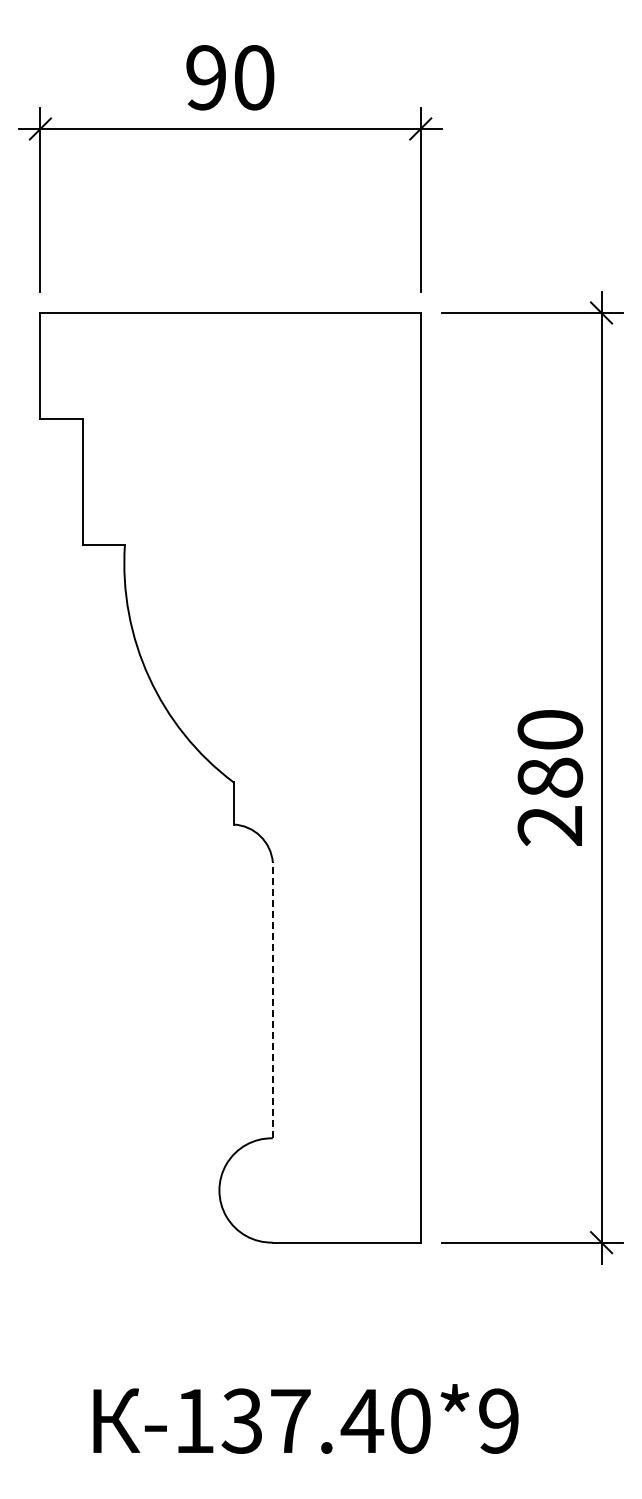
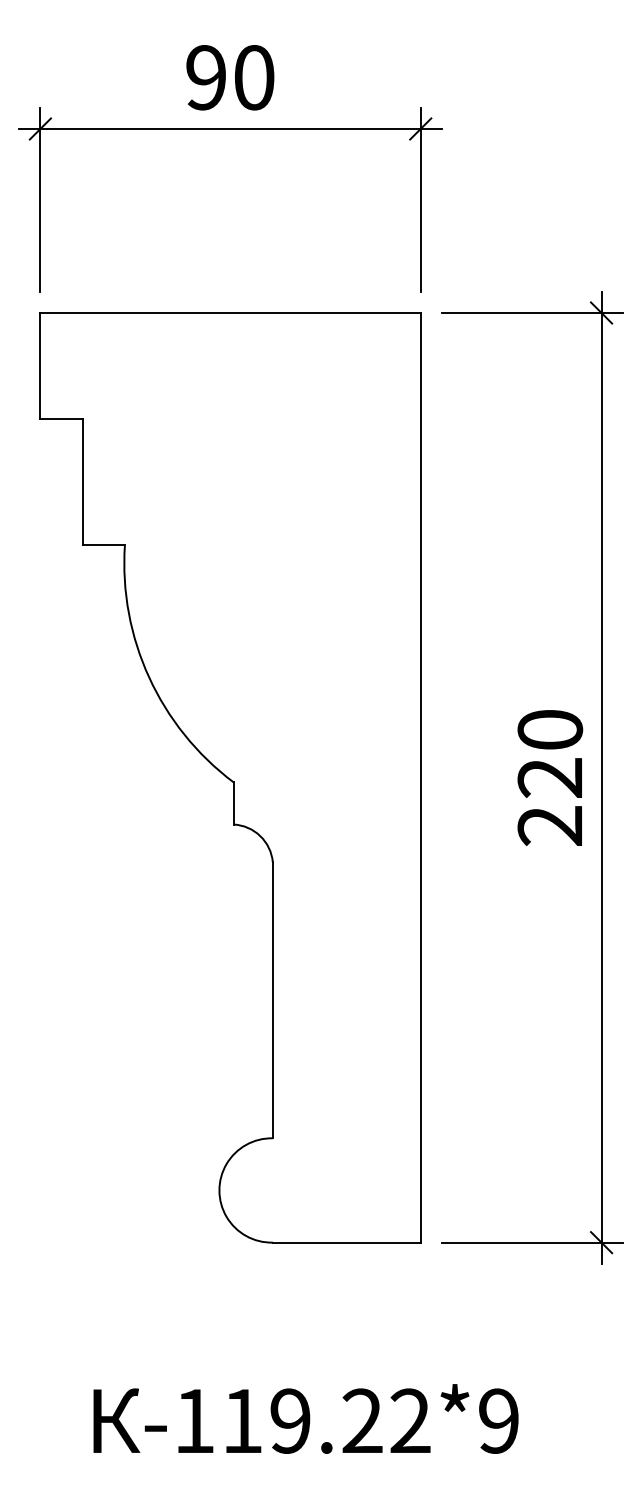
text at (550, 777): 280 -> 220
line at (272, 999): dashed -> solid
text at (325, 1420): -137.40*9 -> -119.22*9
